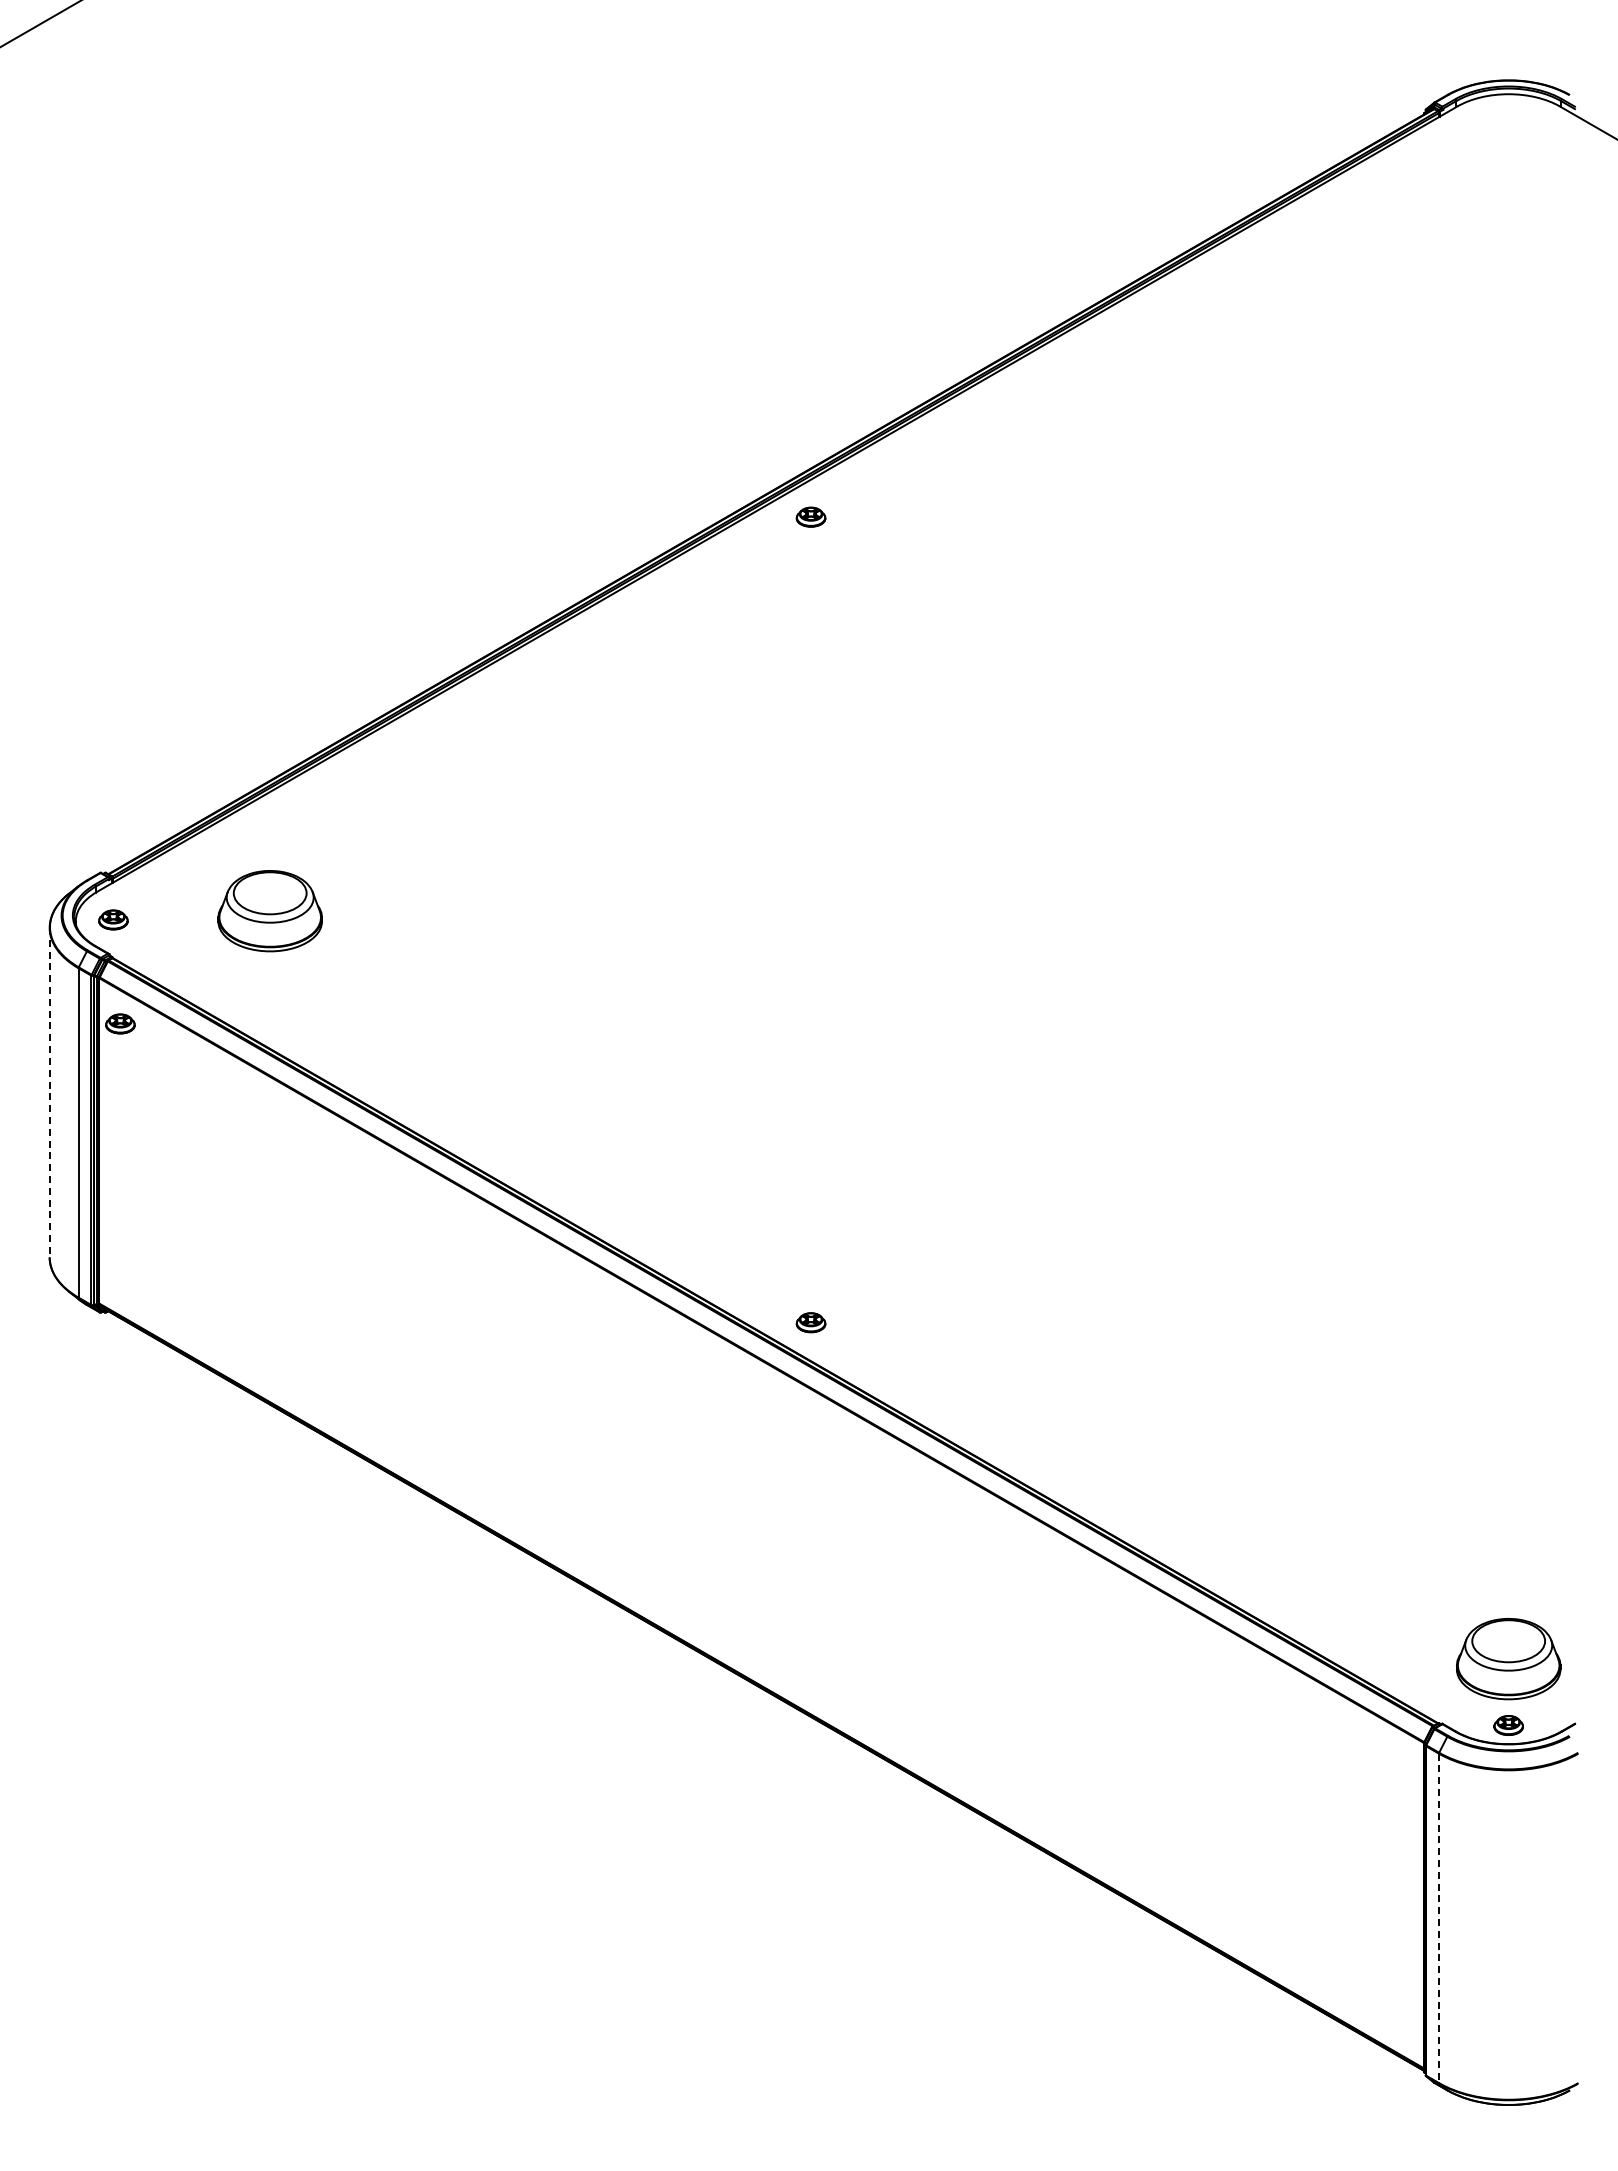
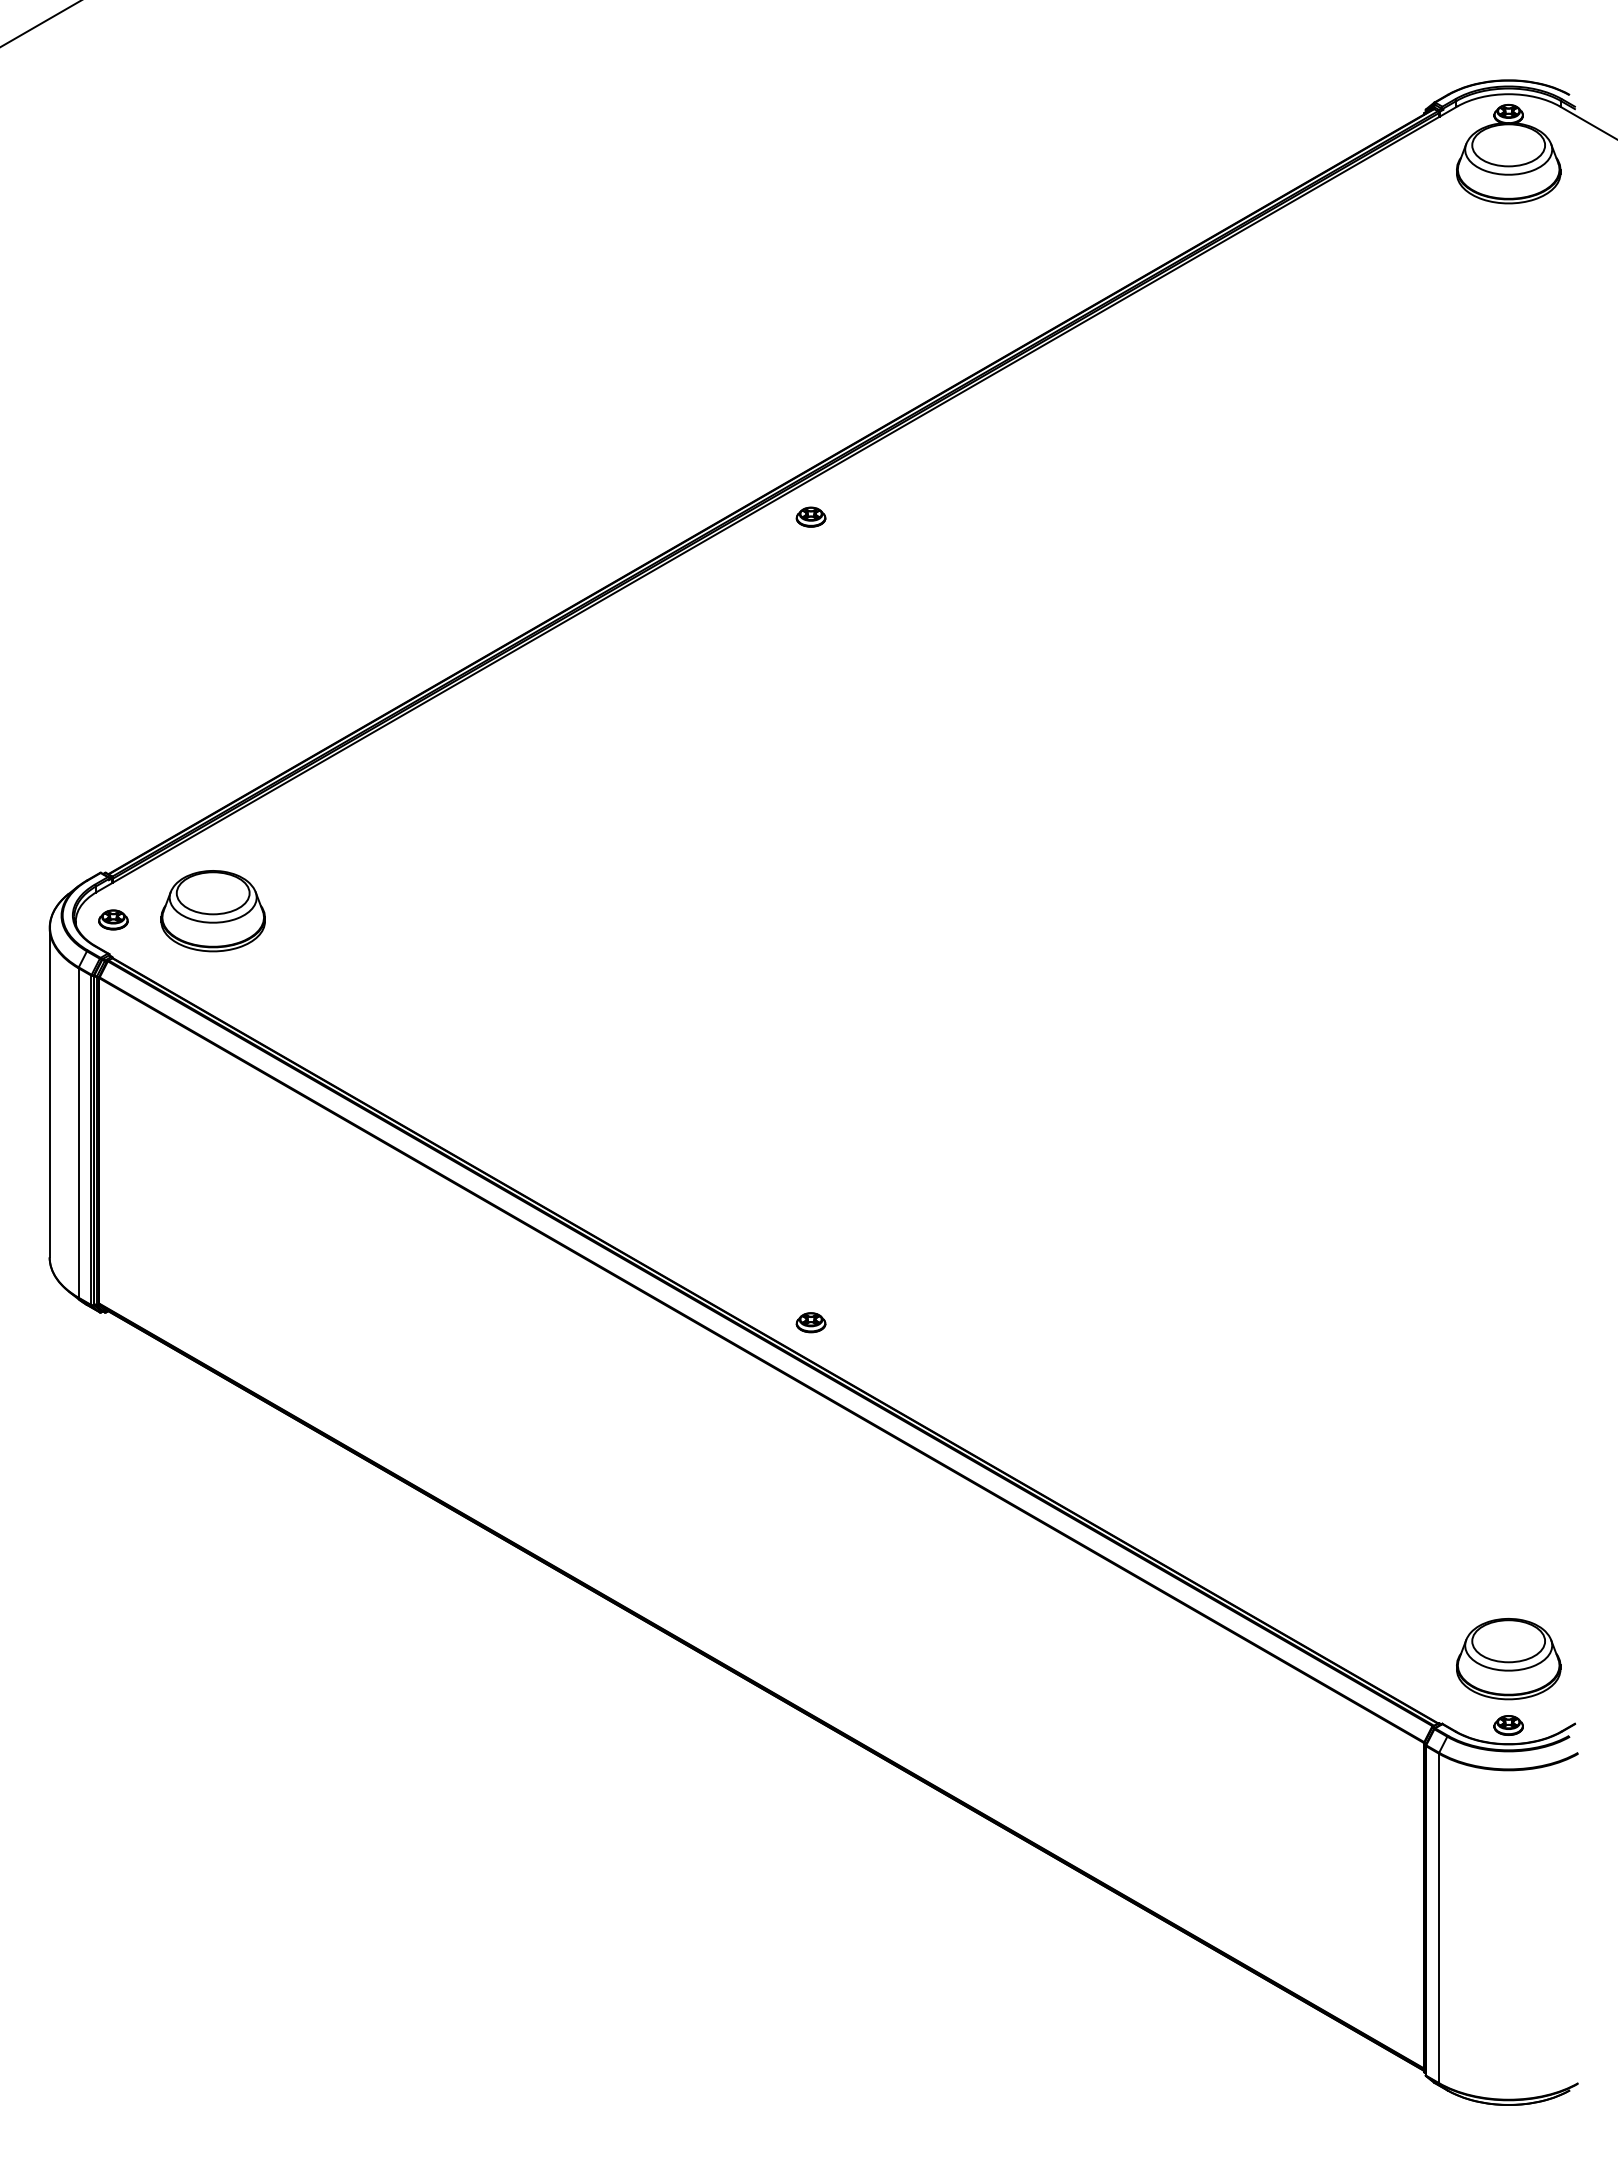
part at (1508, 153): none -> present
part at (269, 911) position: (269, 911) -> (212, 911)
part at (120, 1023): present -> none
line at (49, 1092): dashed -> solid
line at (1438, 1918): dashed -> solid
